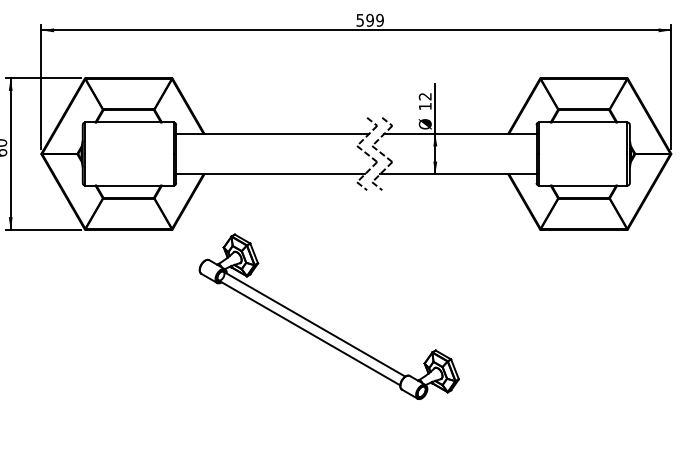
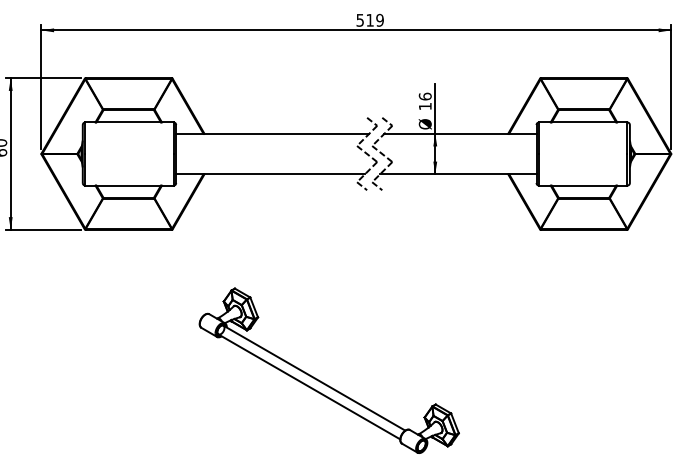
text at (369, 19): 599 -> 519
text at (424, 96): 12 -> 16
part at (322, 327) position: (322, 327) -> (322, 381)
